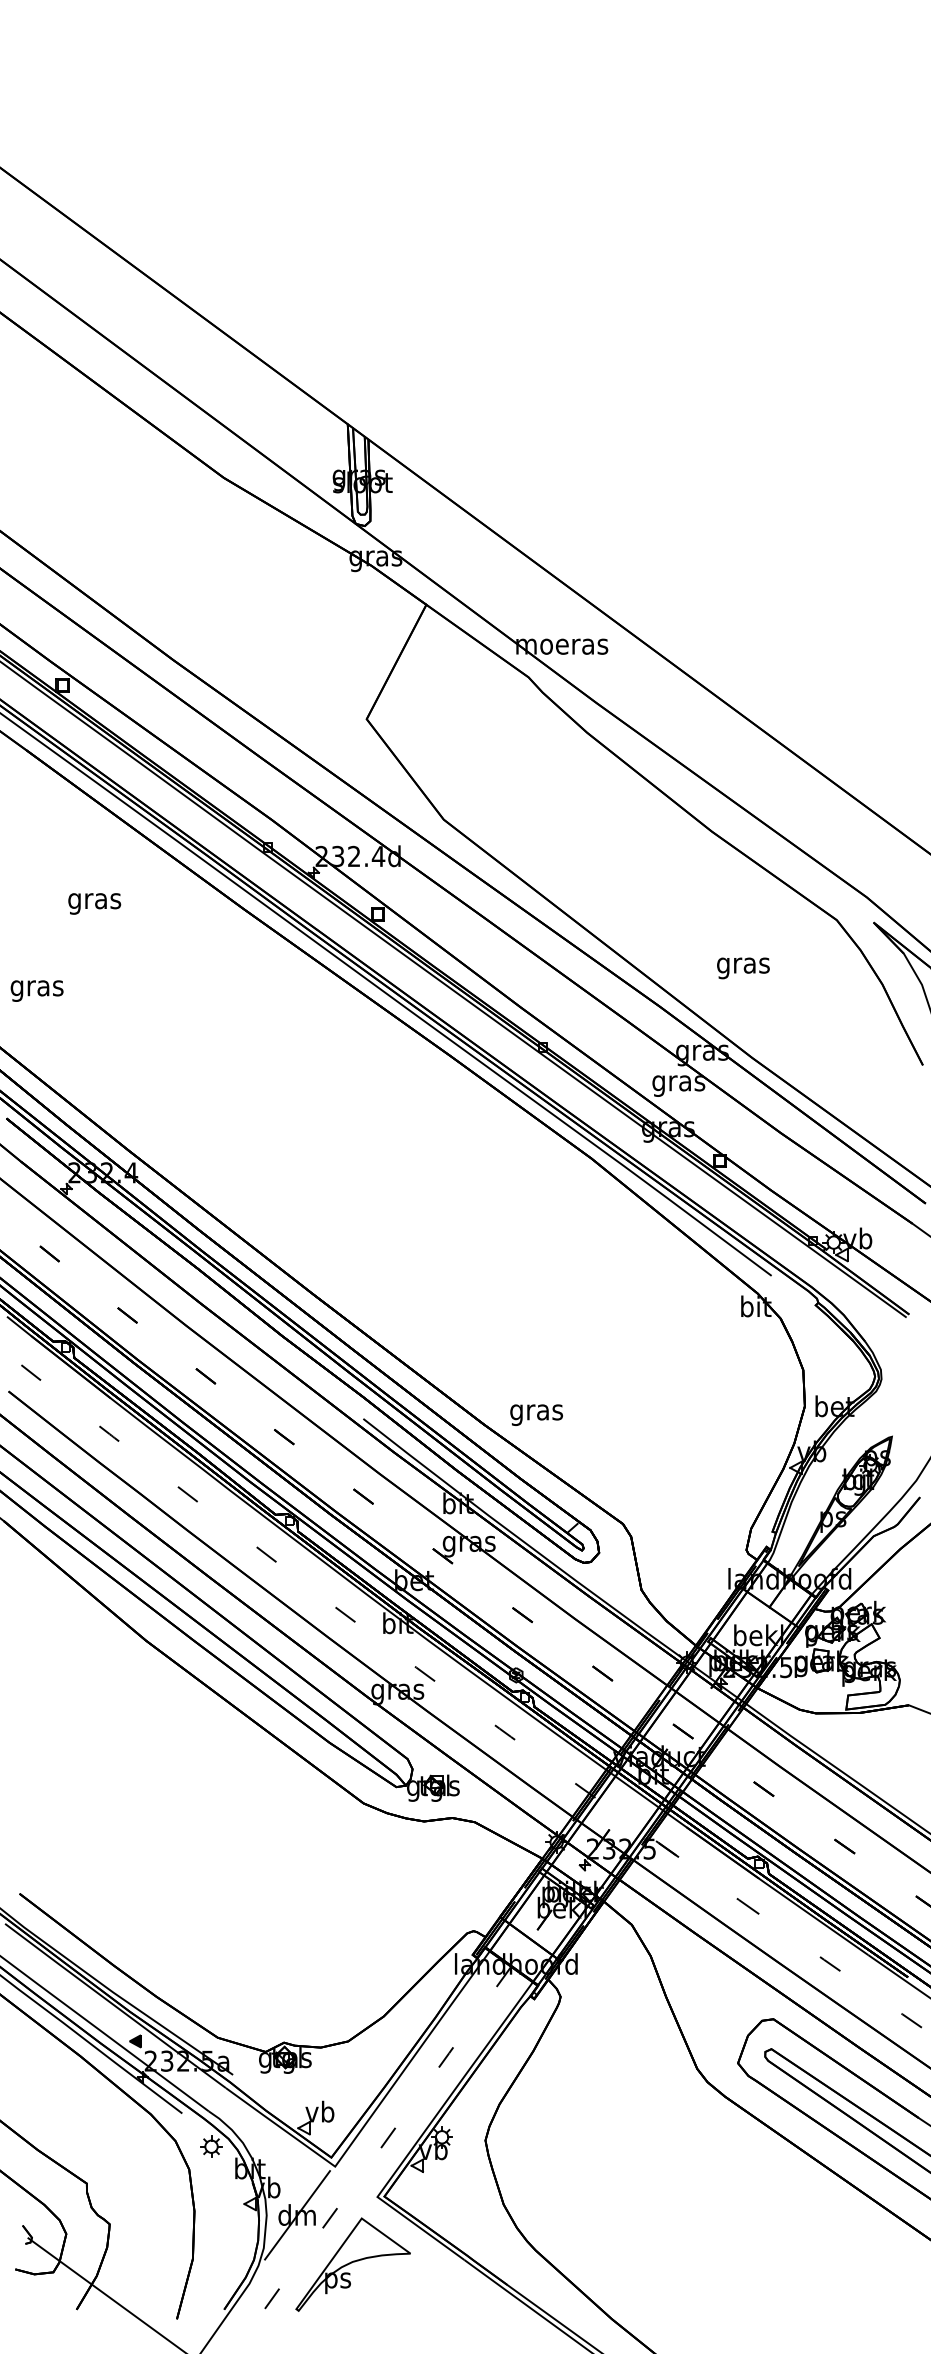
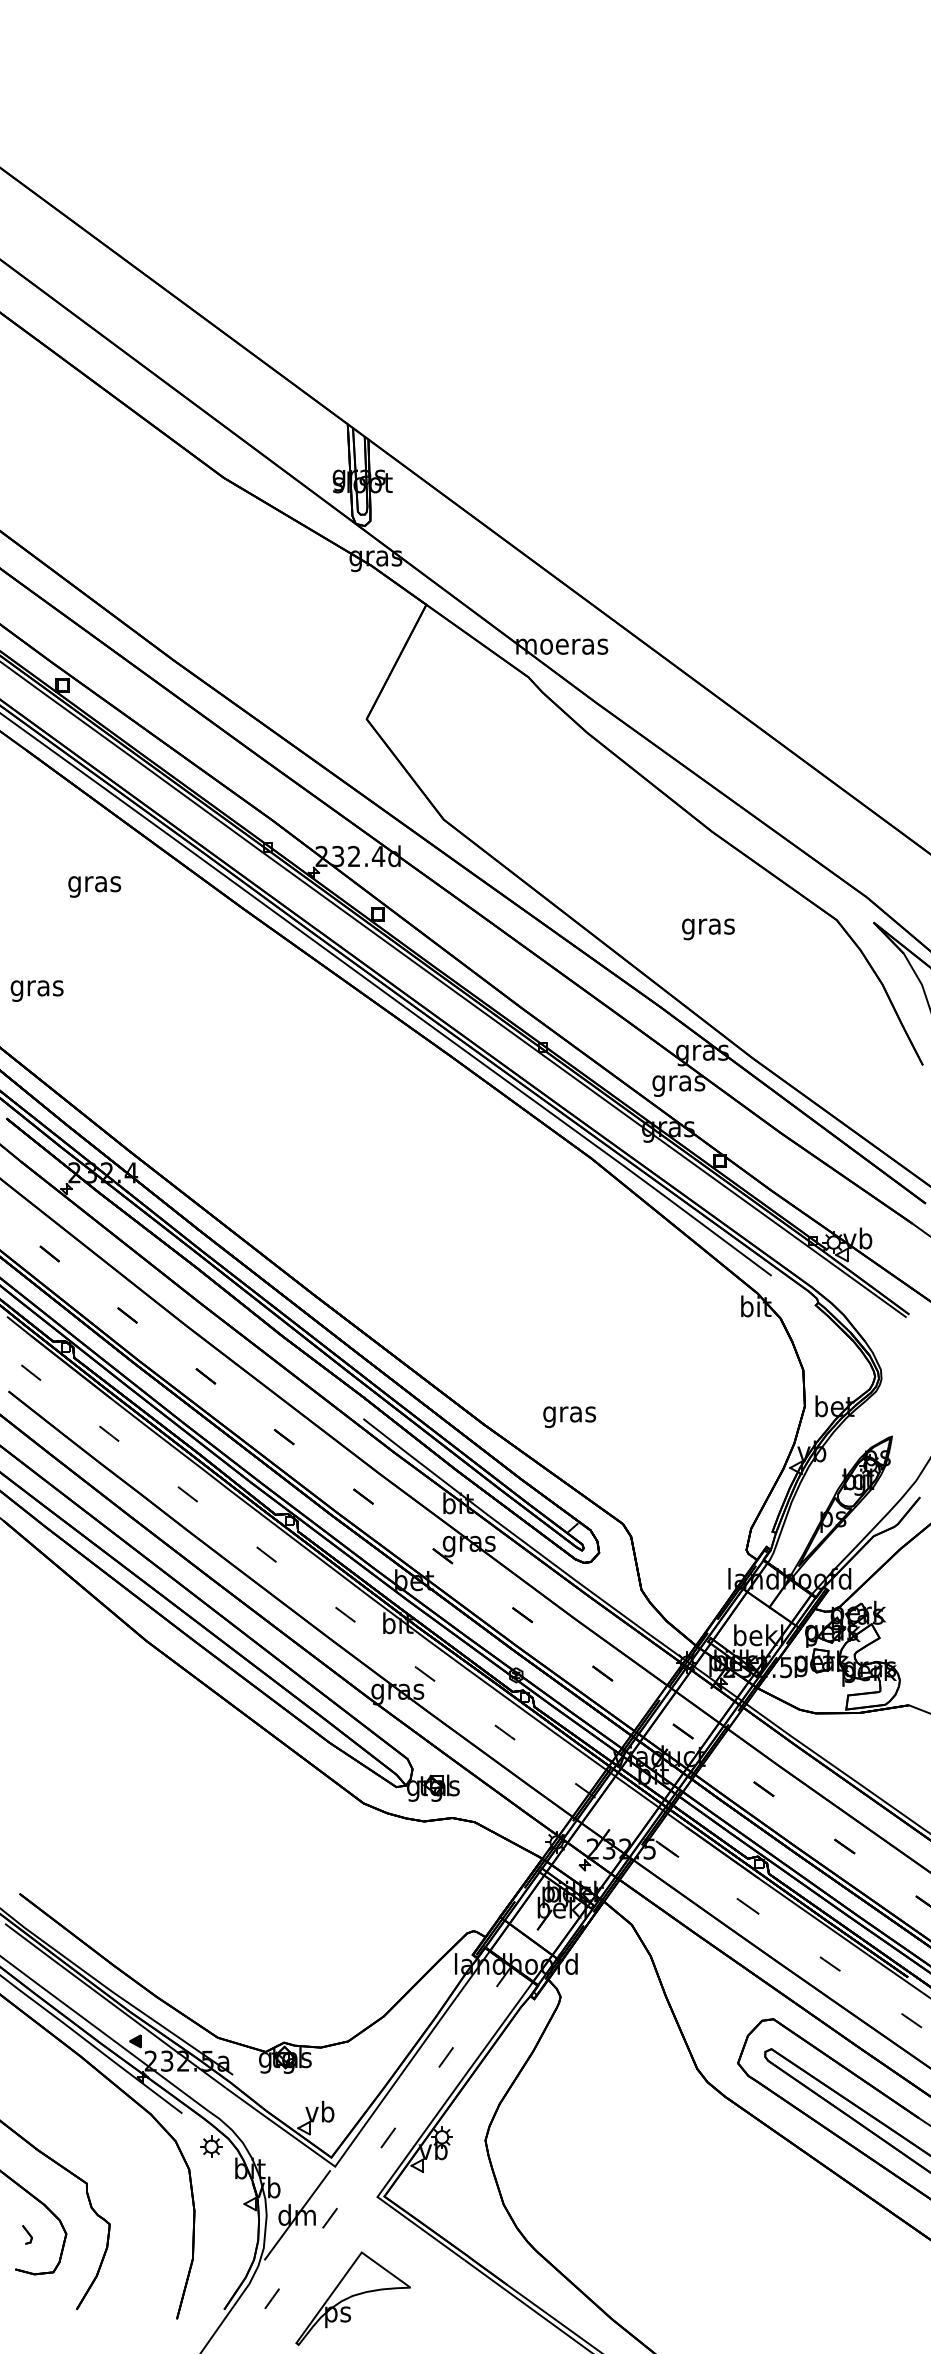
text at (94, 903) position: (94, 903) -> (94, 886)
text at (743, 968) position: (743, 968) -> (708, 929)
text at (536, 1414) position: (536, 1414) -> (569, 1416)
part at (352, 2264) position: (352, 2264) -> (352, 2298)
line at (105, 2294): present -> none
